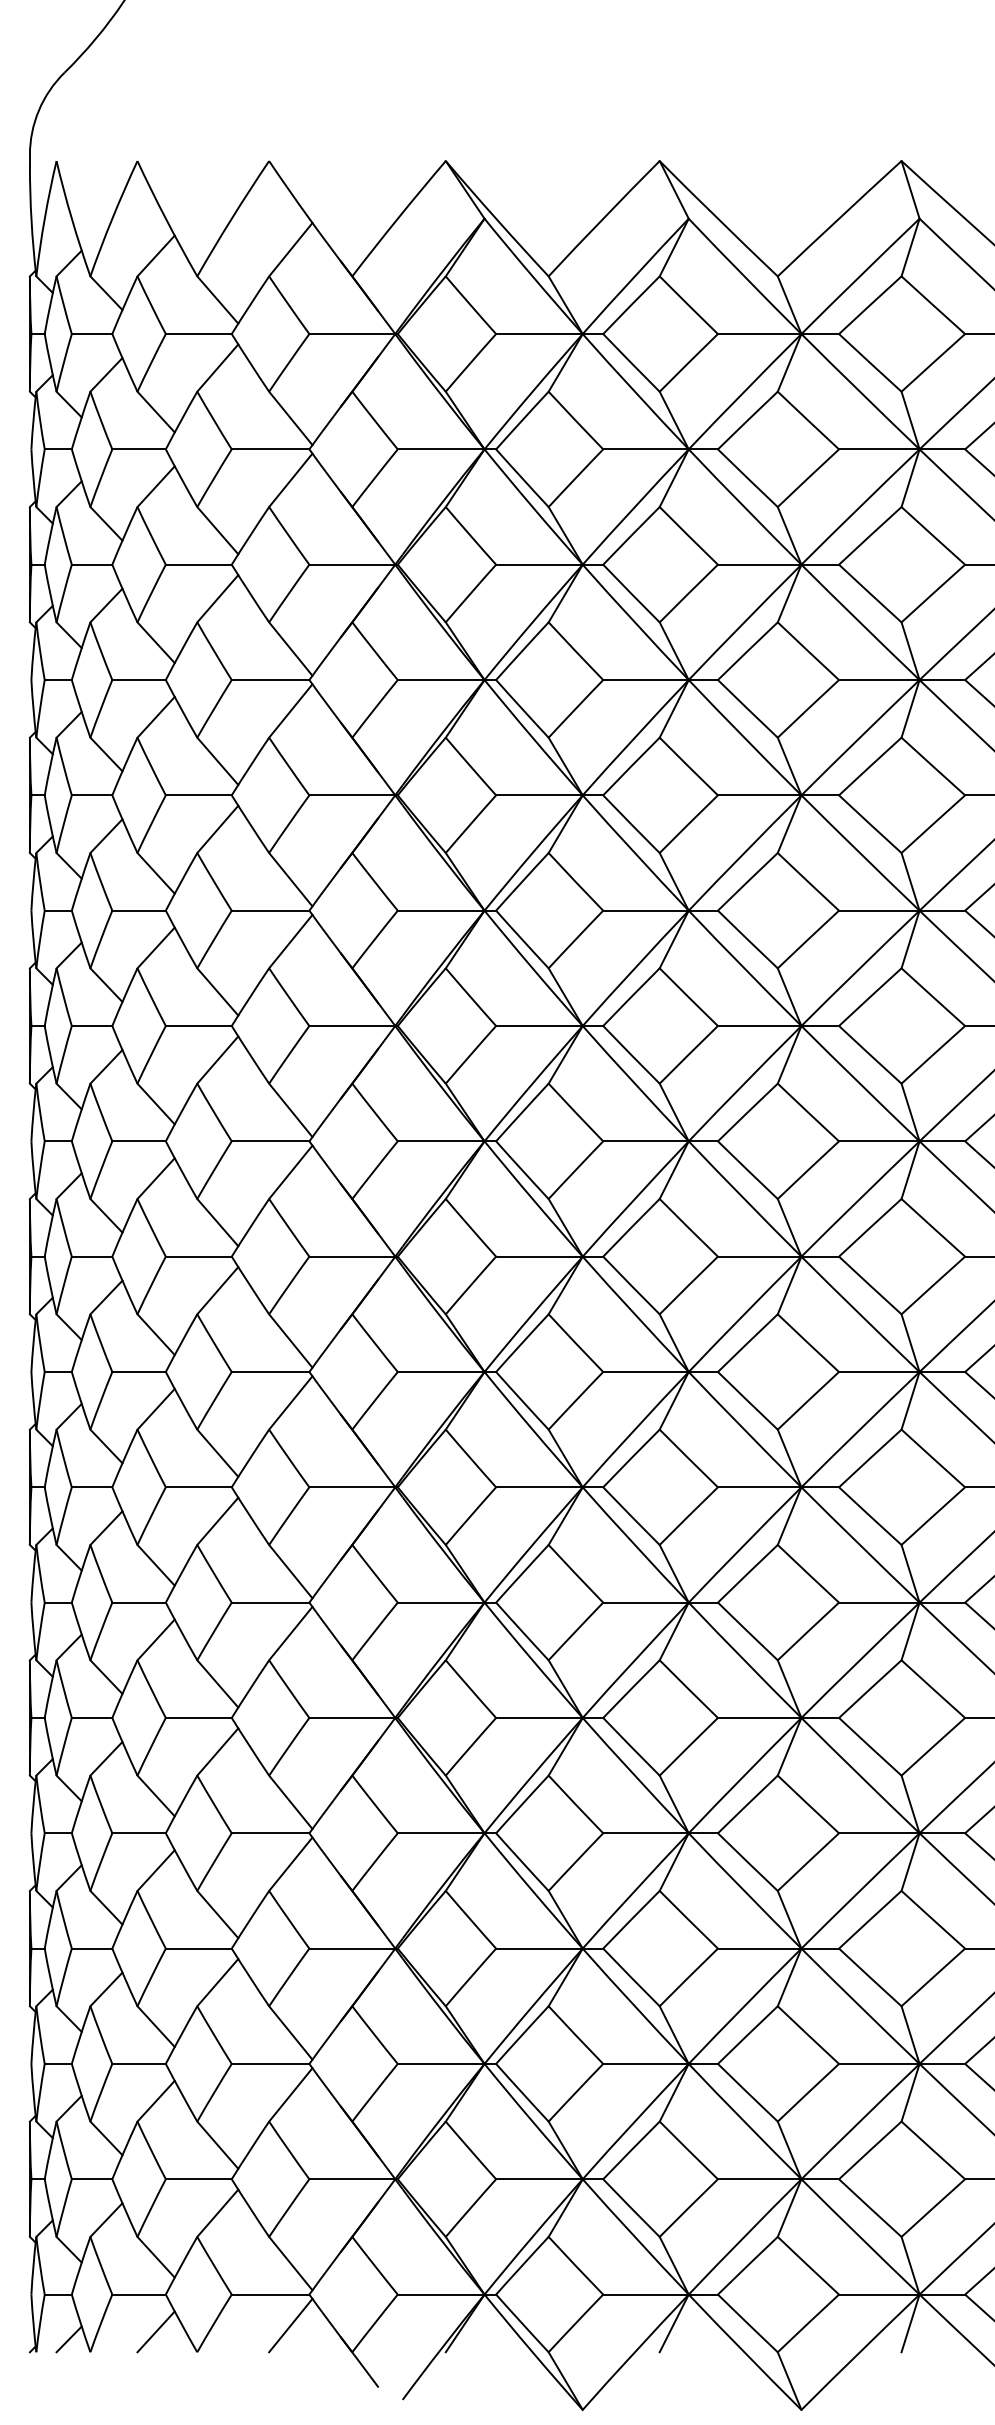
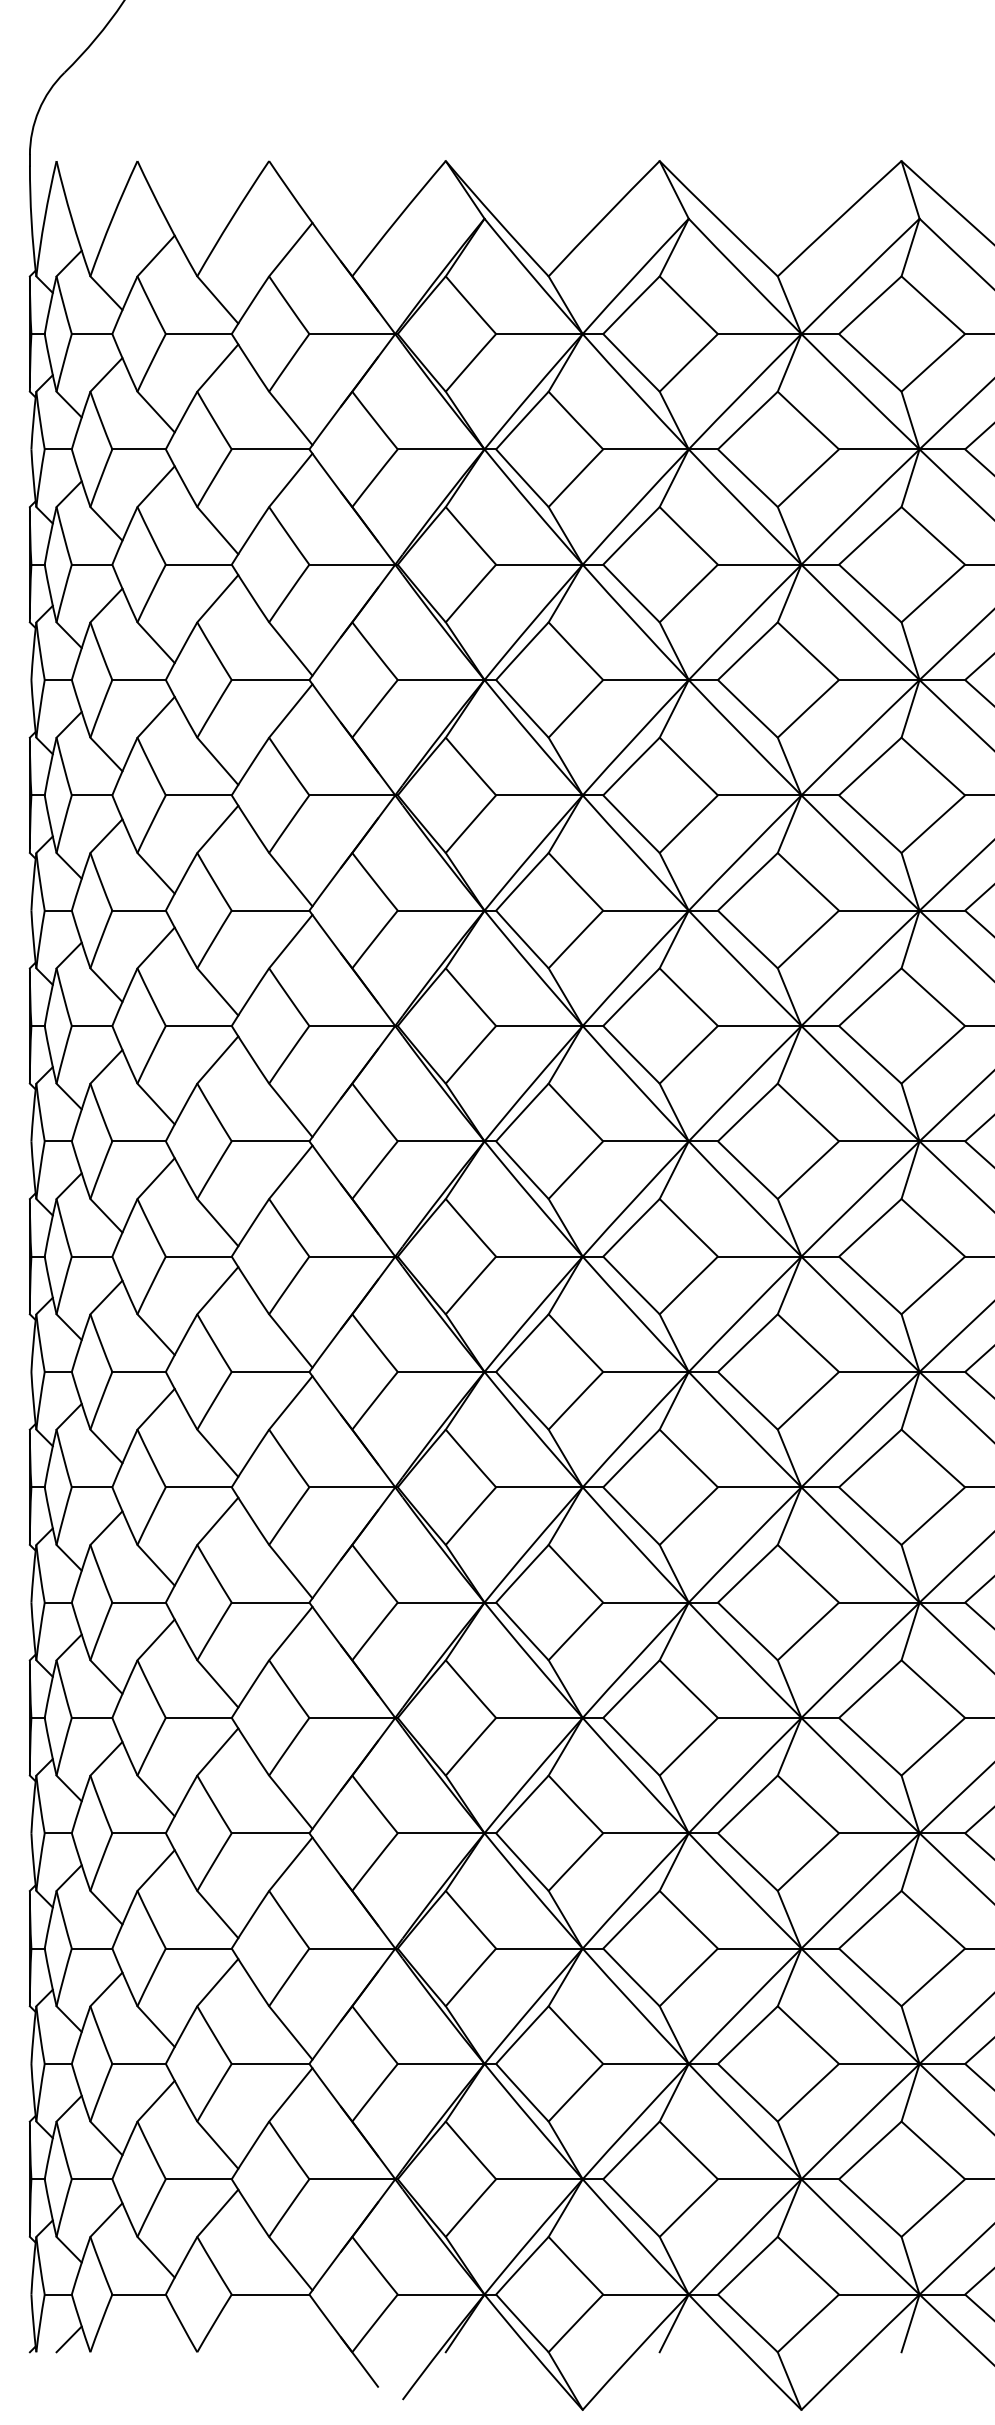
line at (290, 2325): present -> none
line at (155, 2331): present -> none
